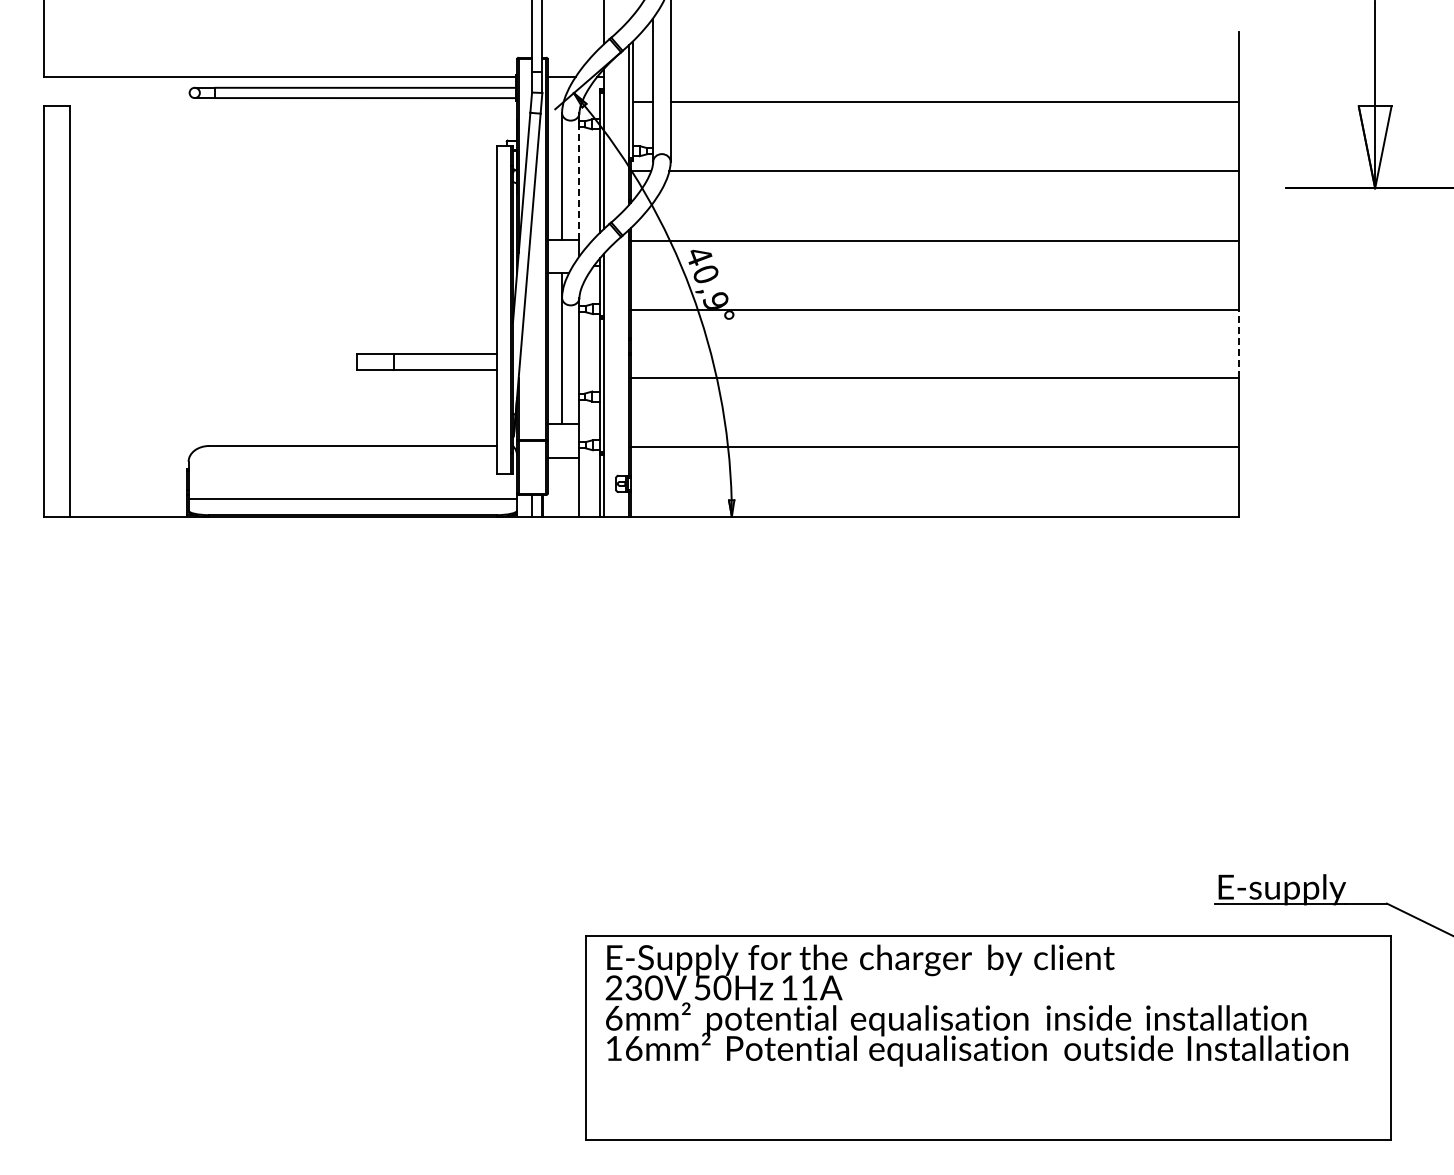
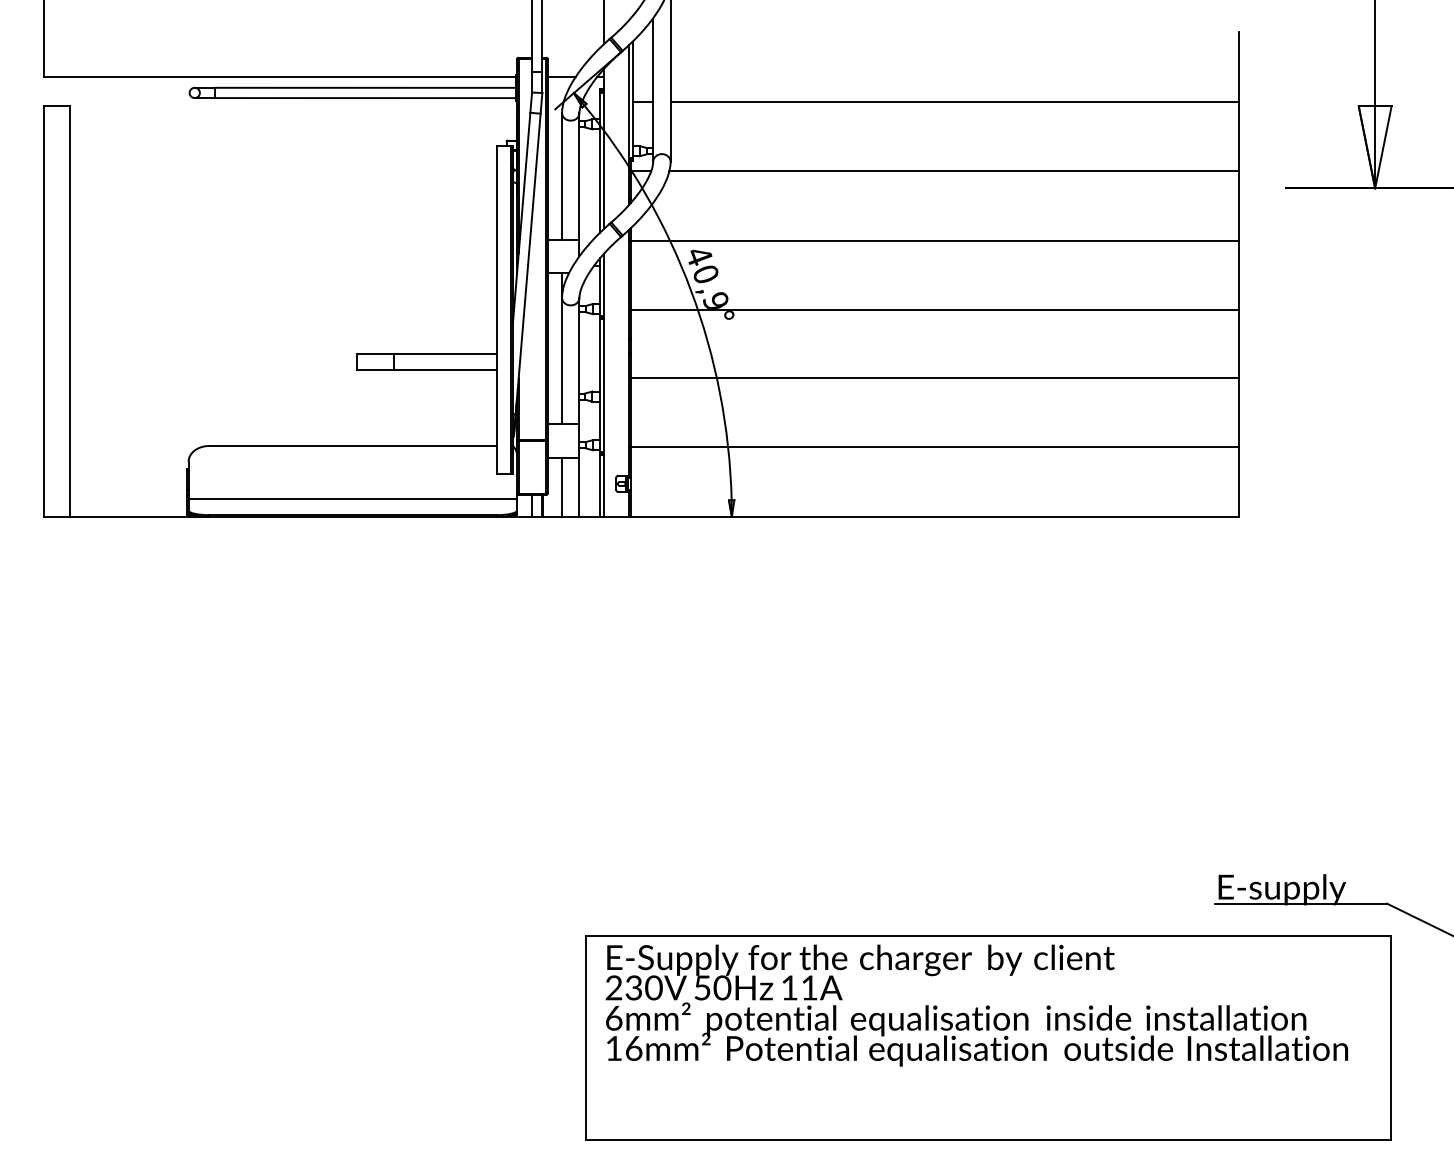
line at (579, 183): dashed -> solid
line at (1239, 343): dashed -> solid
line at (562, 486): none -> present
